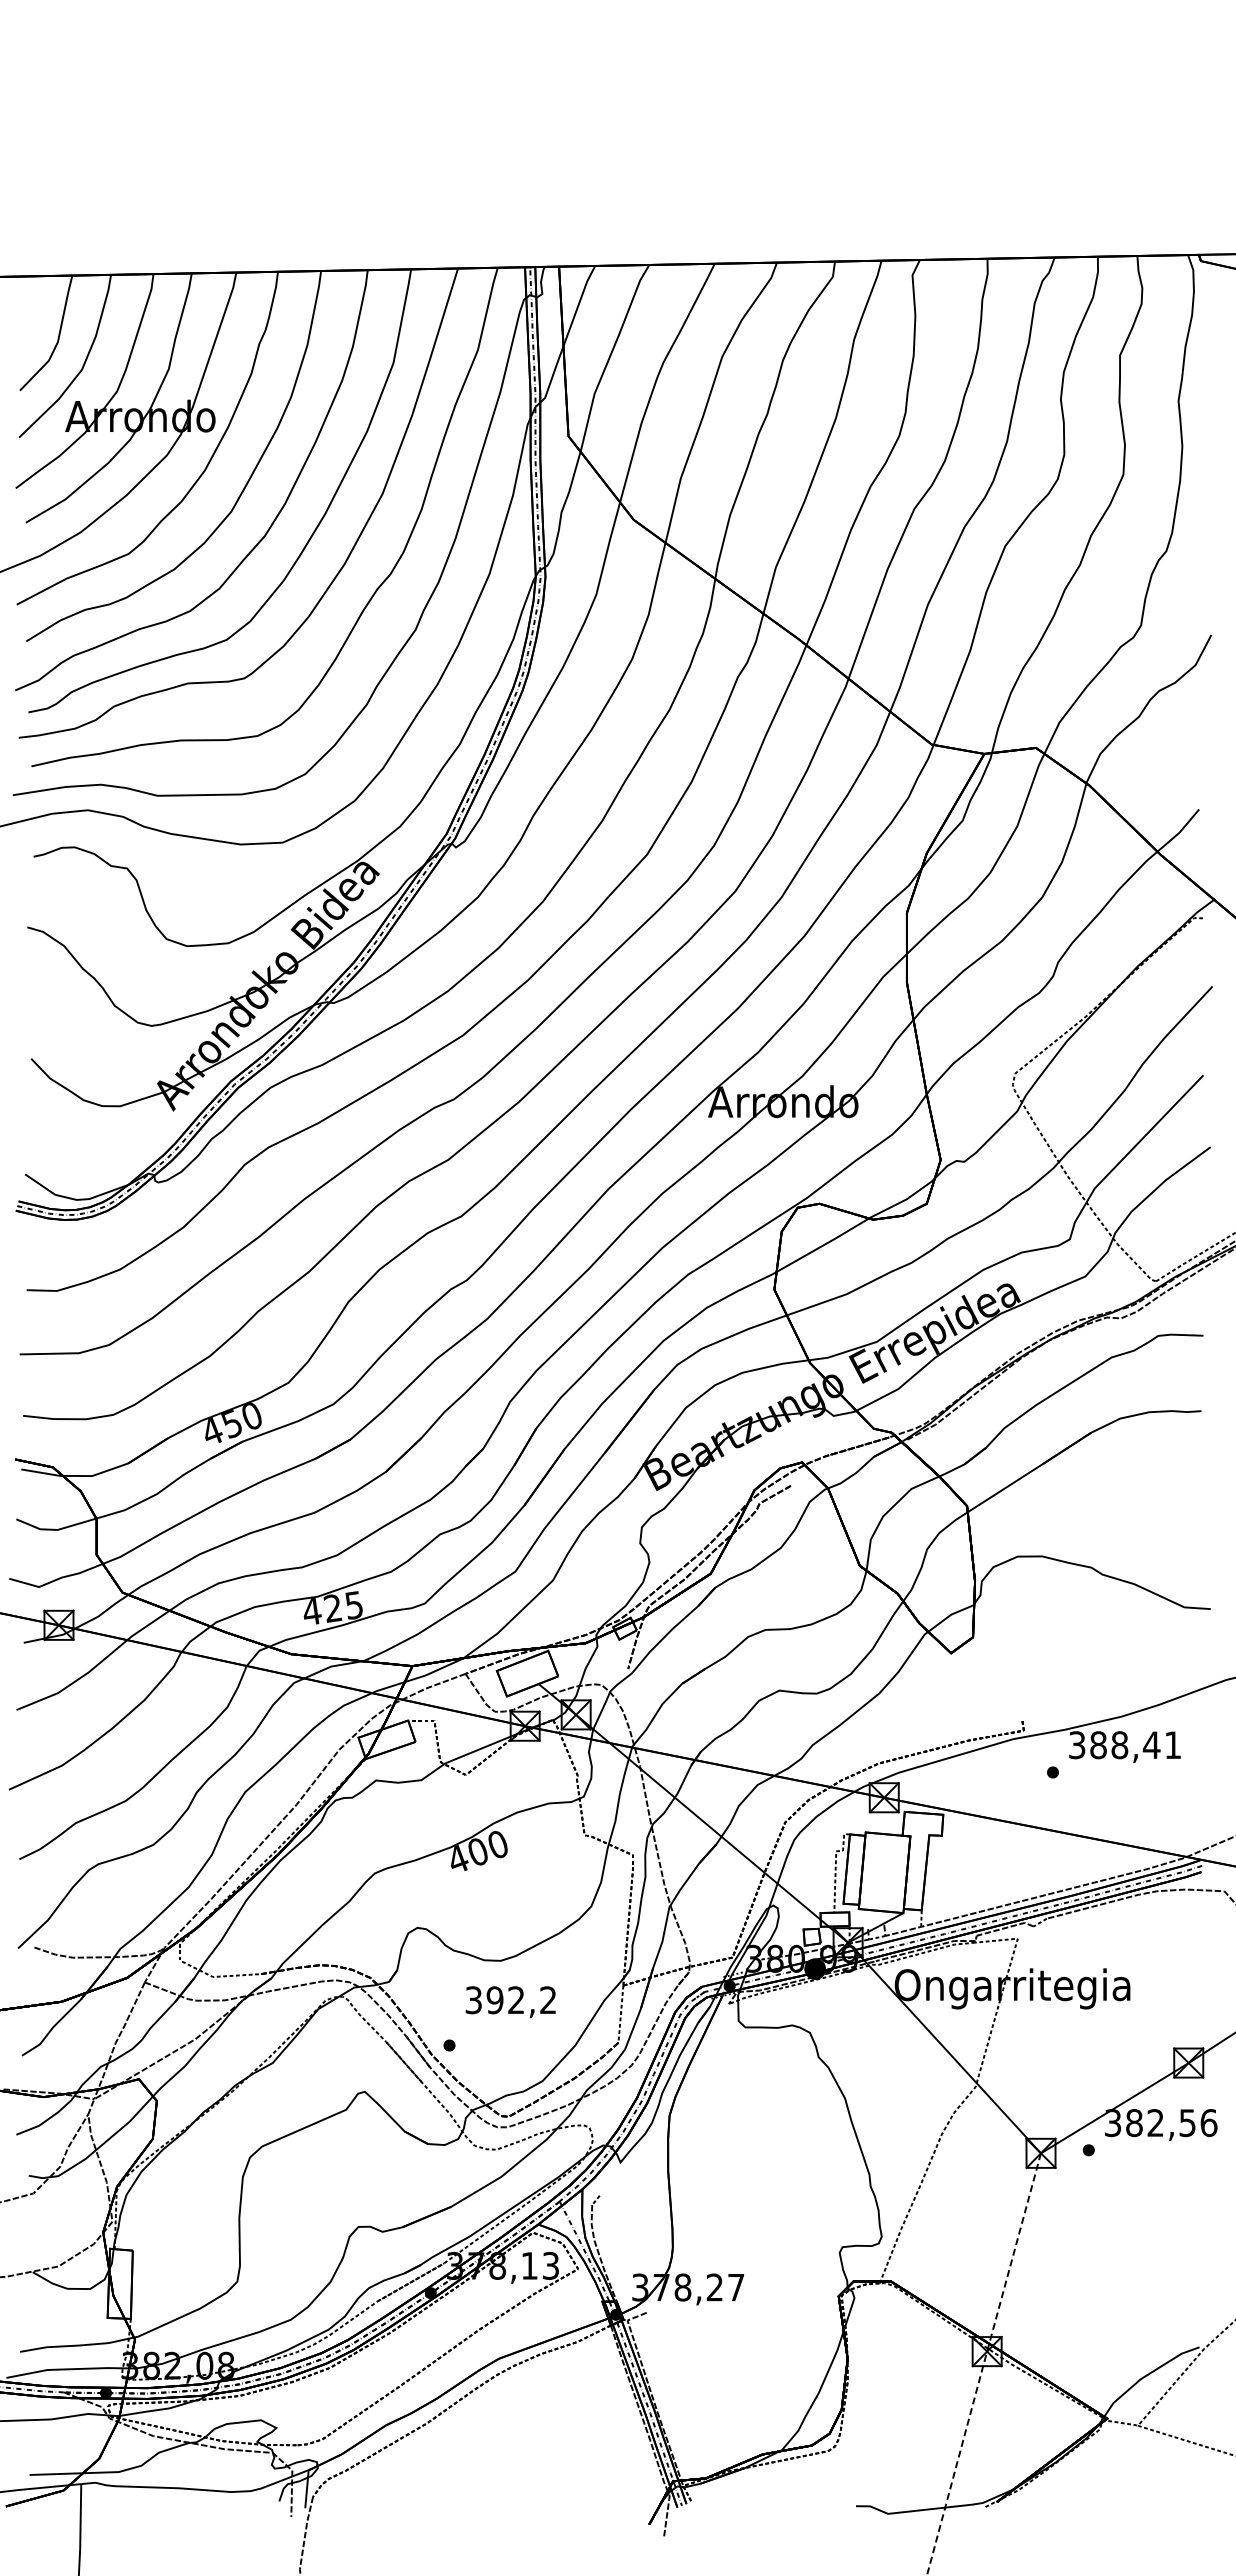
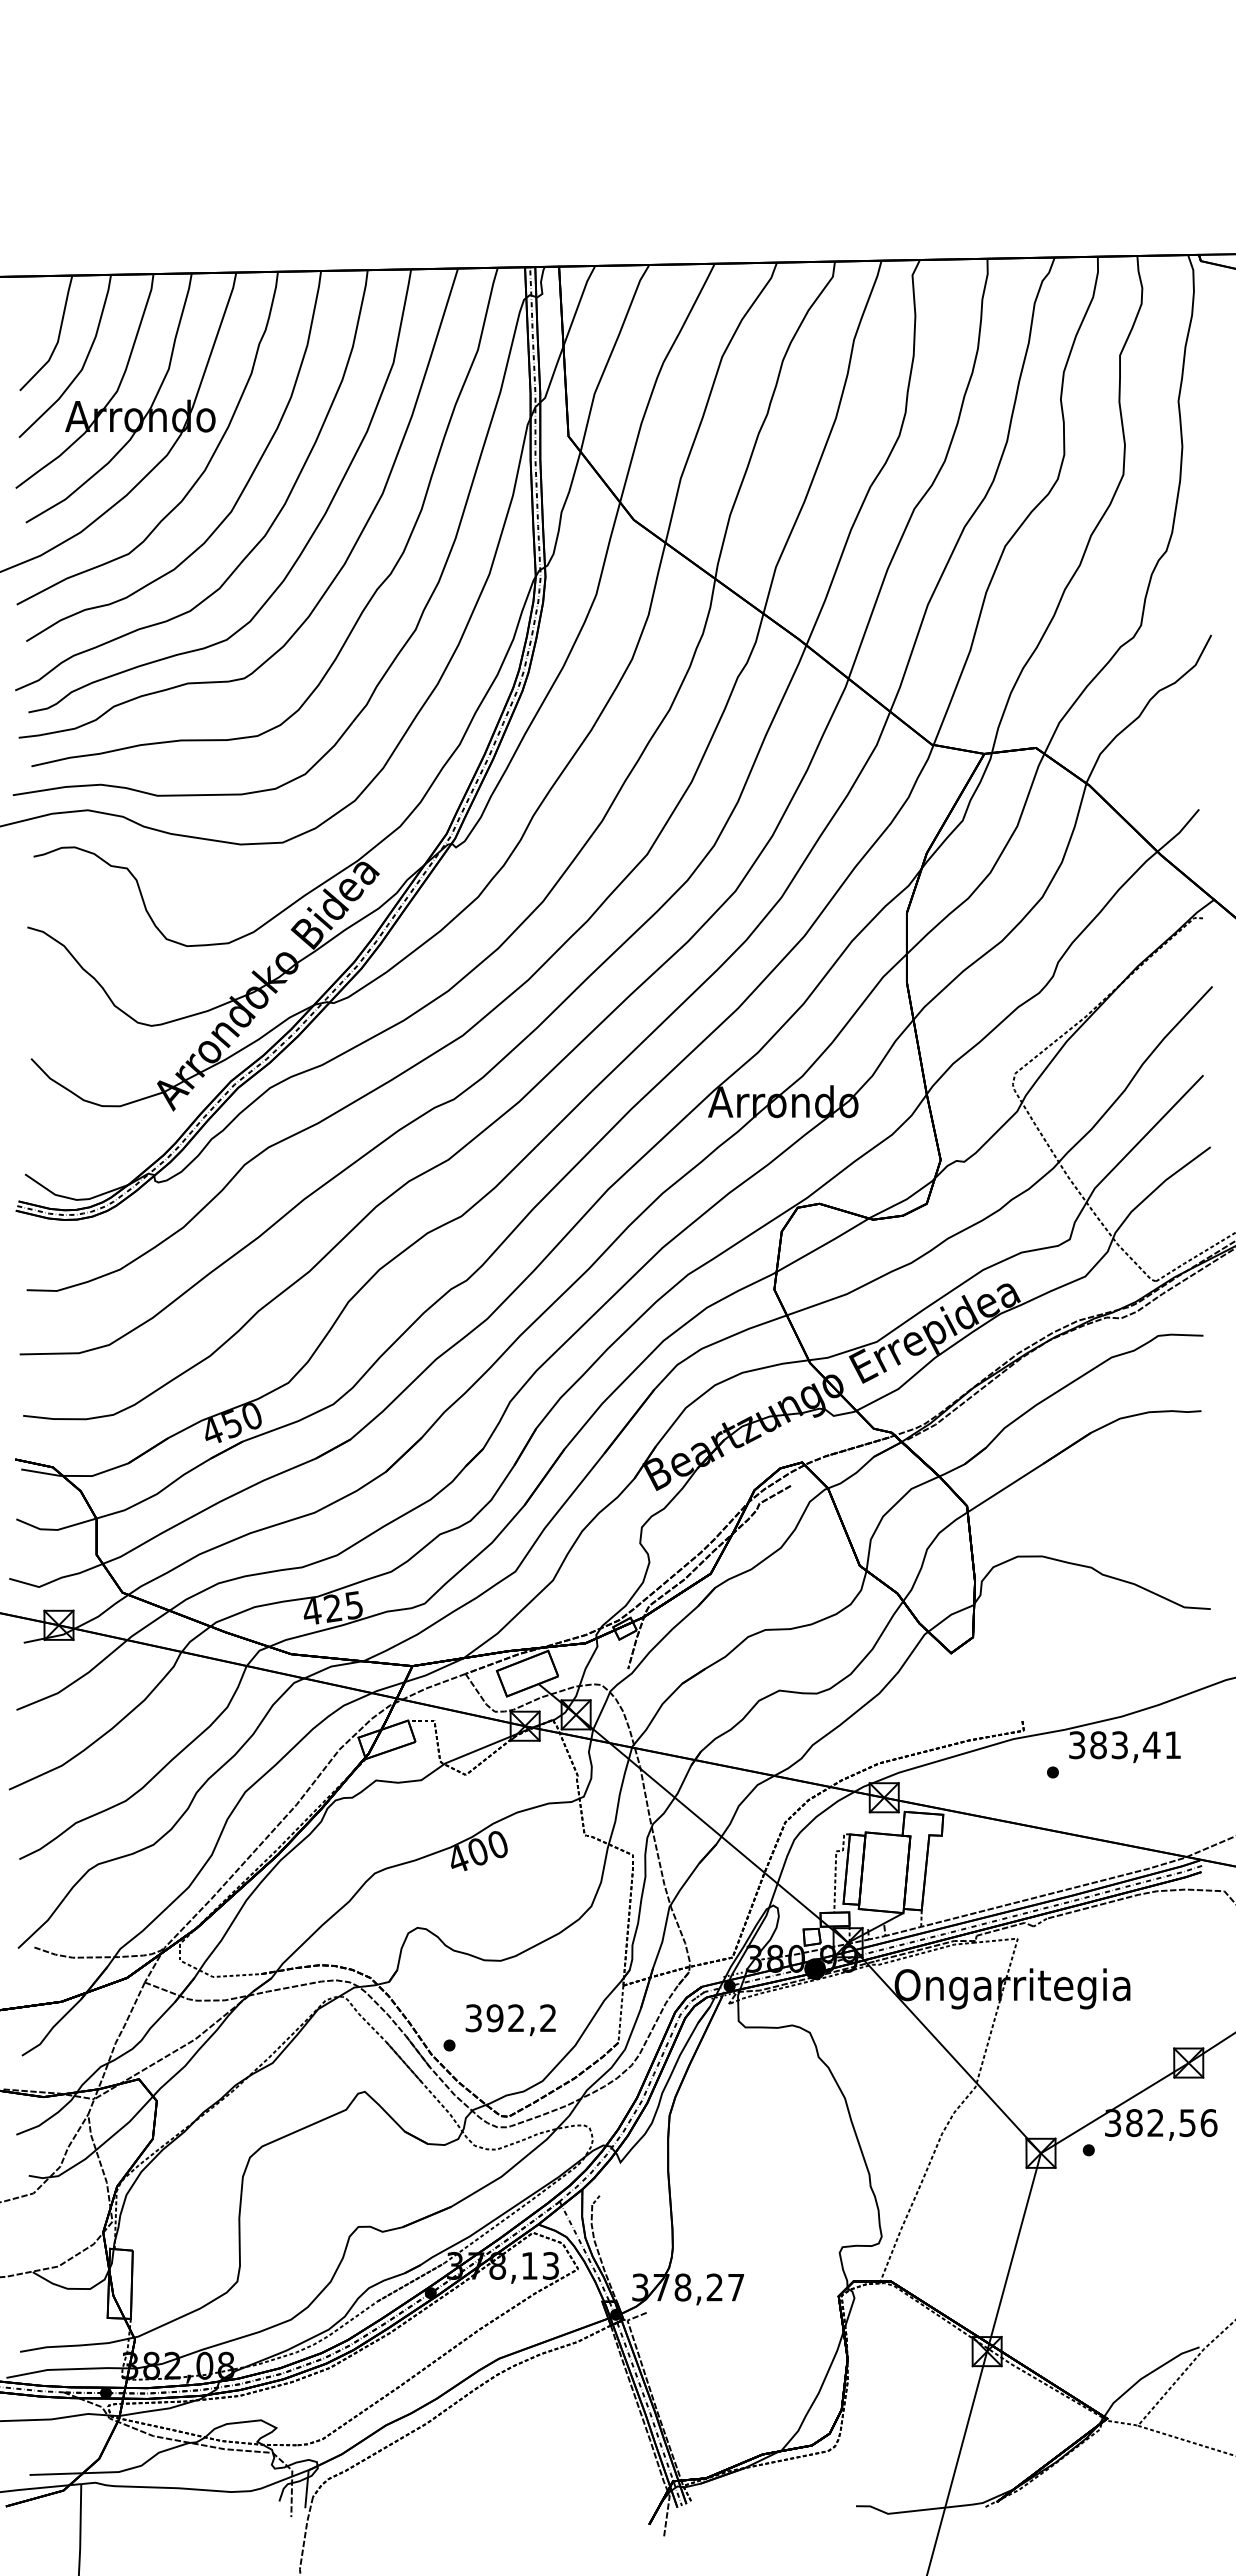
text at (1119, 1745): 388,41 -> 383,41
text at (510, 2002) position: (510, 2002) -> (510, 2020)
line at (983, 2364): dashed -> solid
